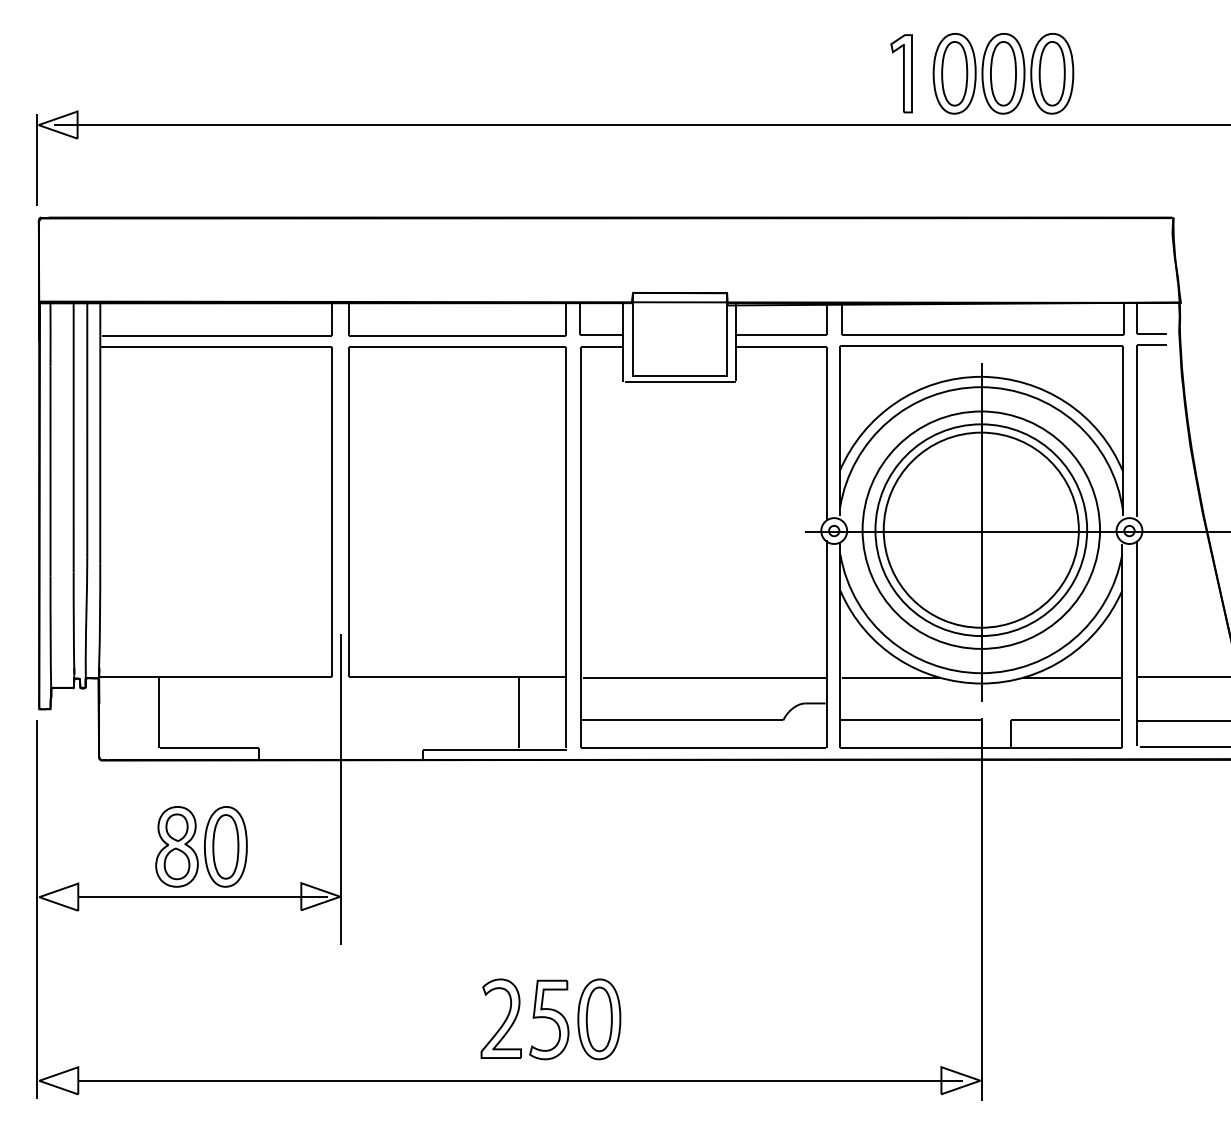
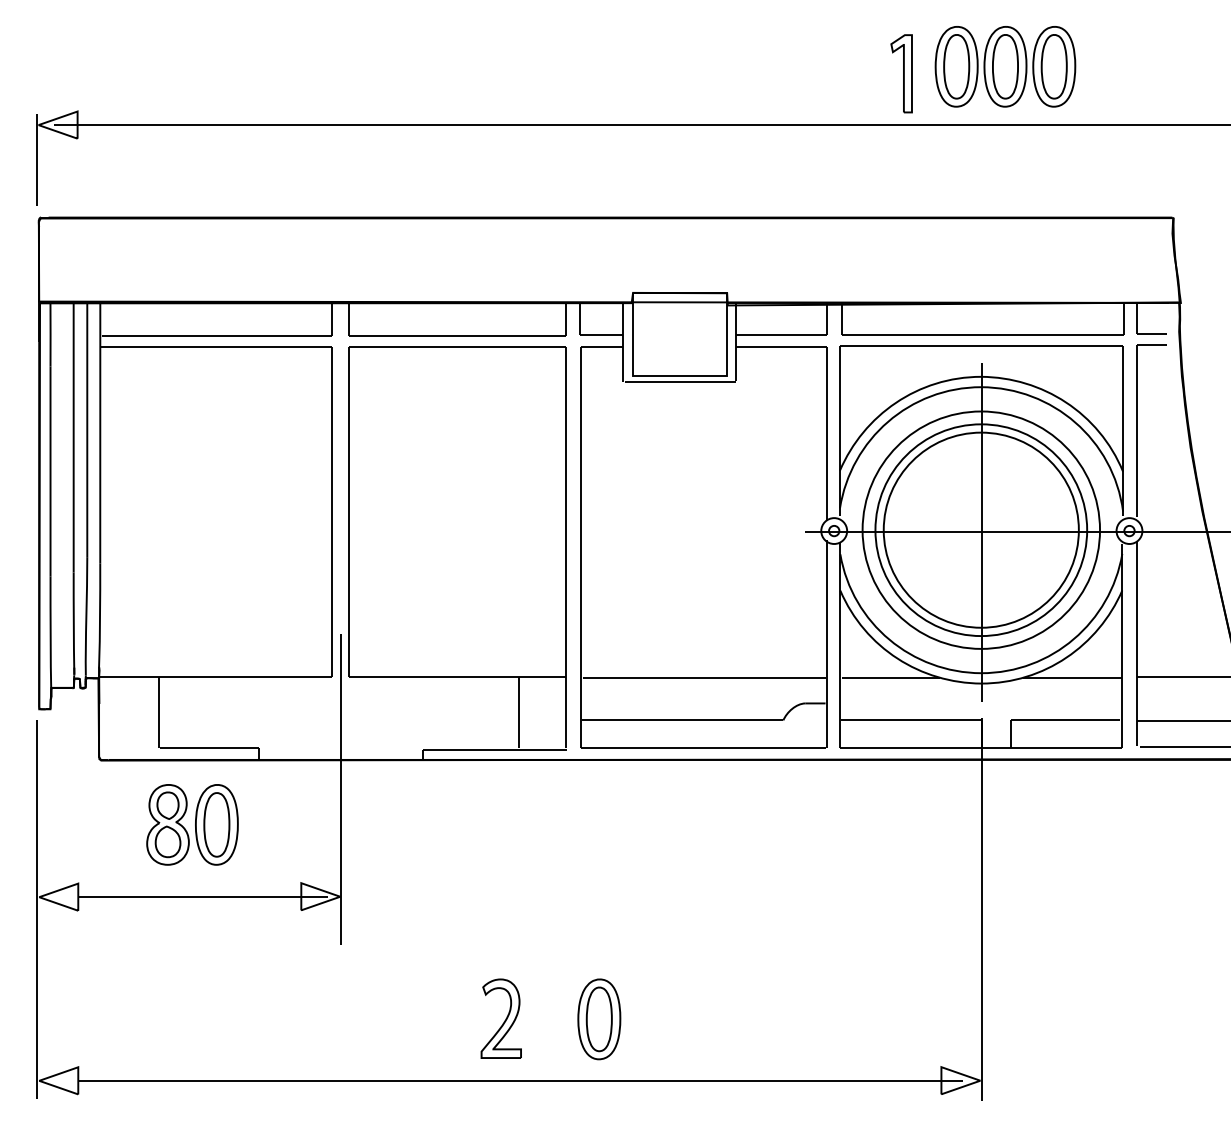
part at (1003, 73) position: (1003, 73) -> (1005, 66)
part at (201, 846) position: (201, 846) -> (192, 824)
part at (549, 1019): present -> none
